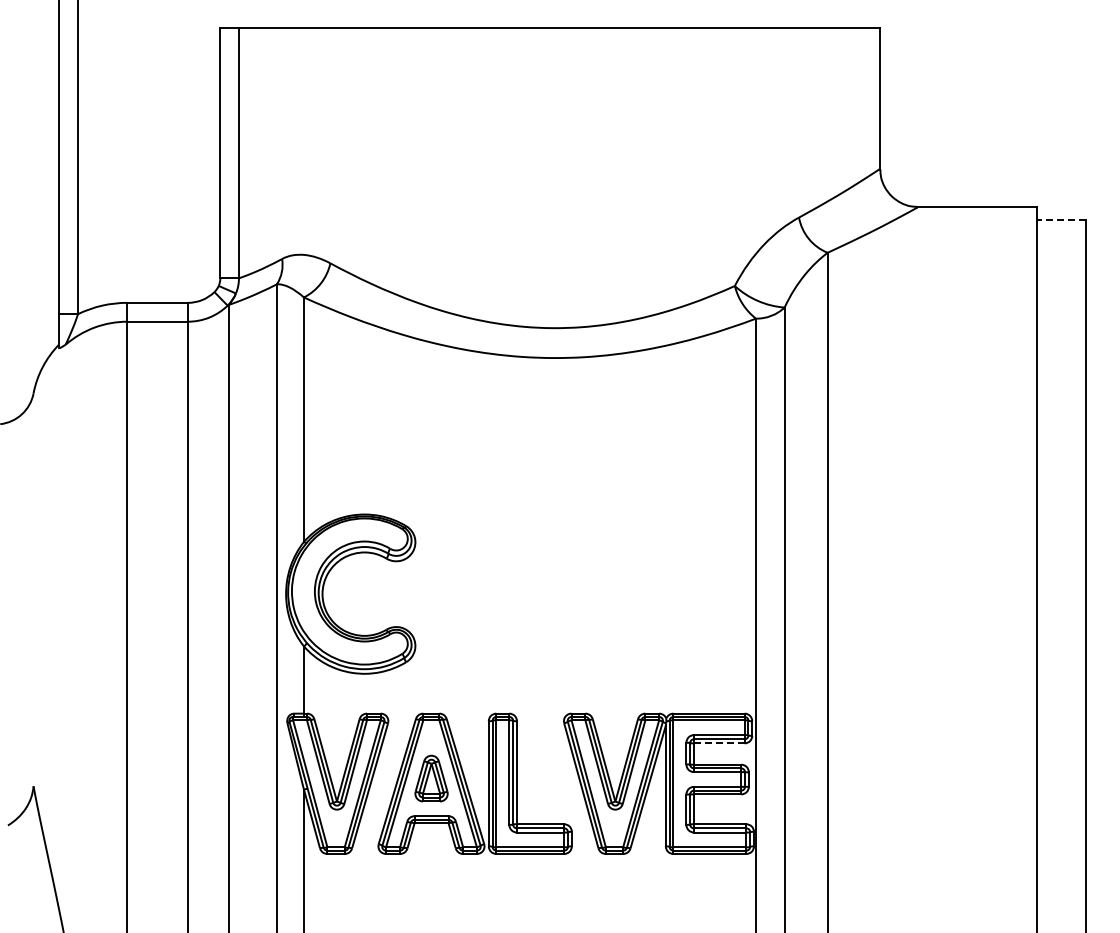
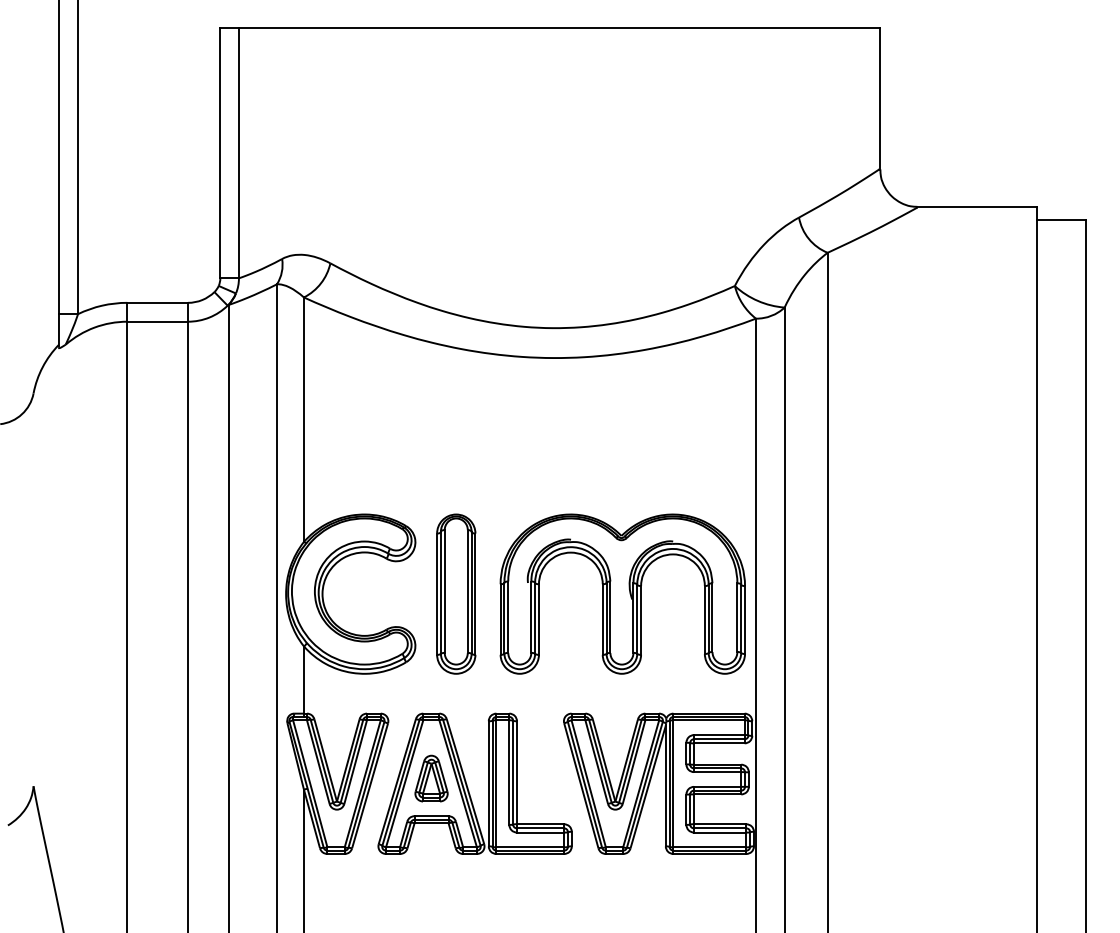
line at (1061, 220): dashed -> solid
part at (456, 593): none -> present
part at (622, 593): none -> present
line at (718, 743): dashed -> solid
